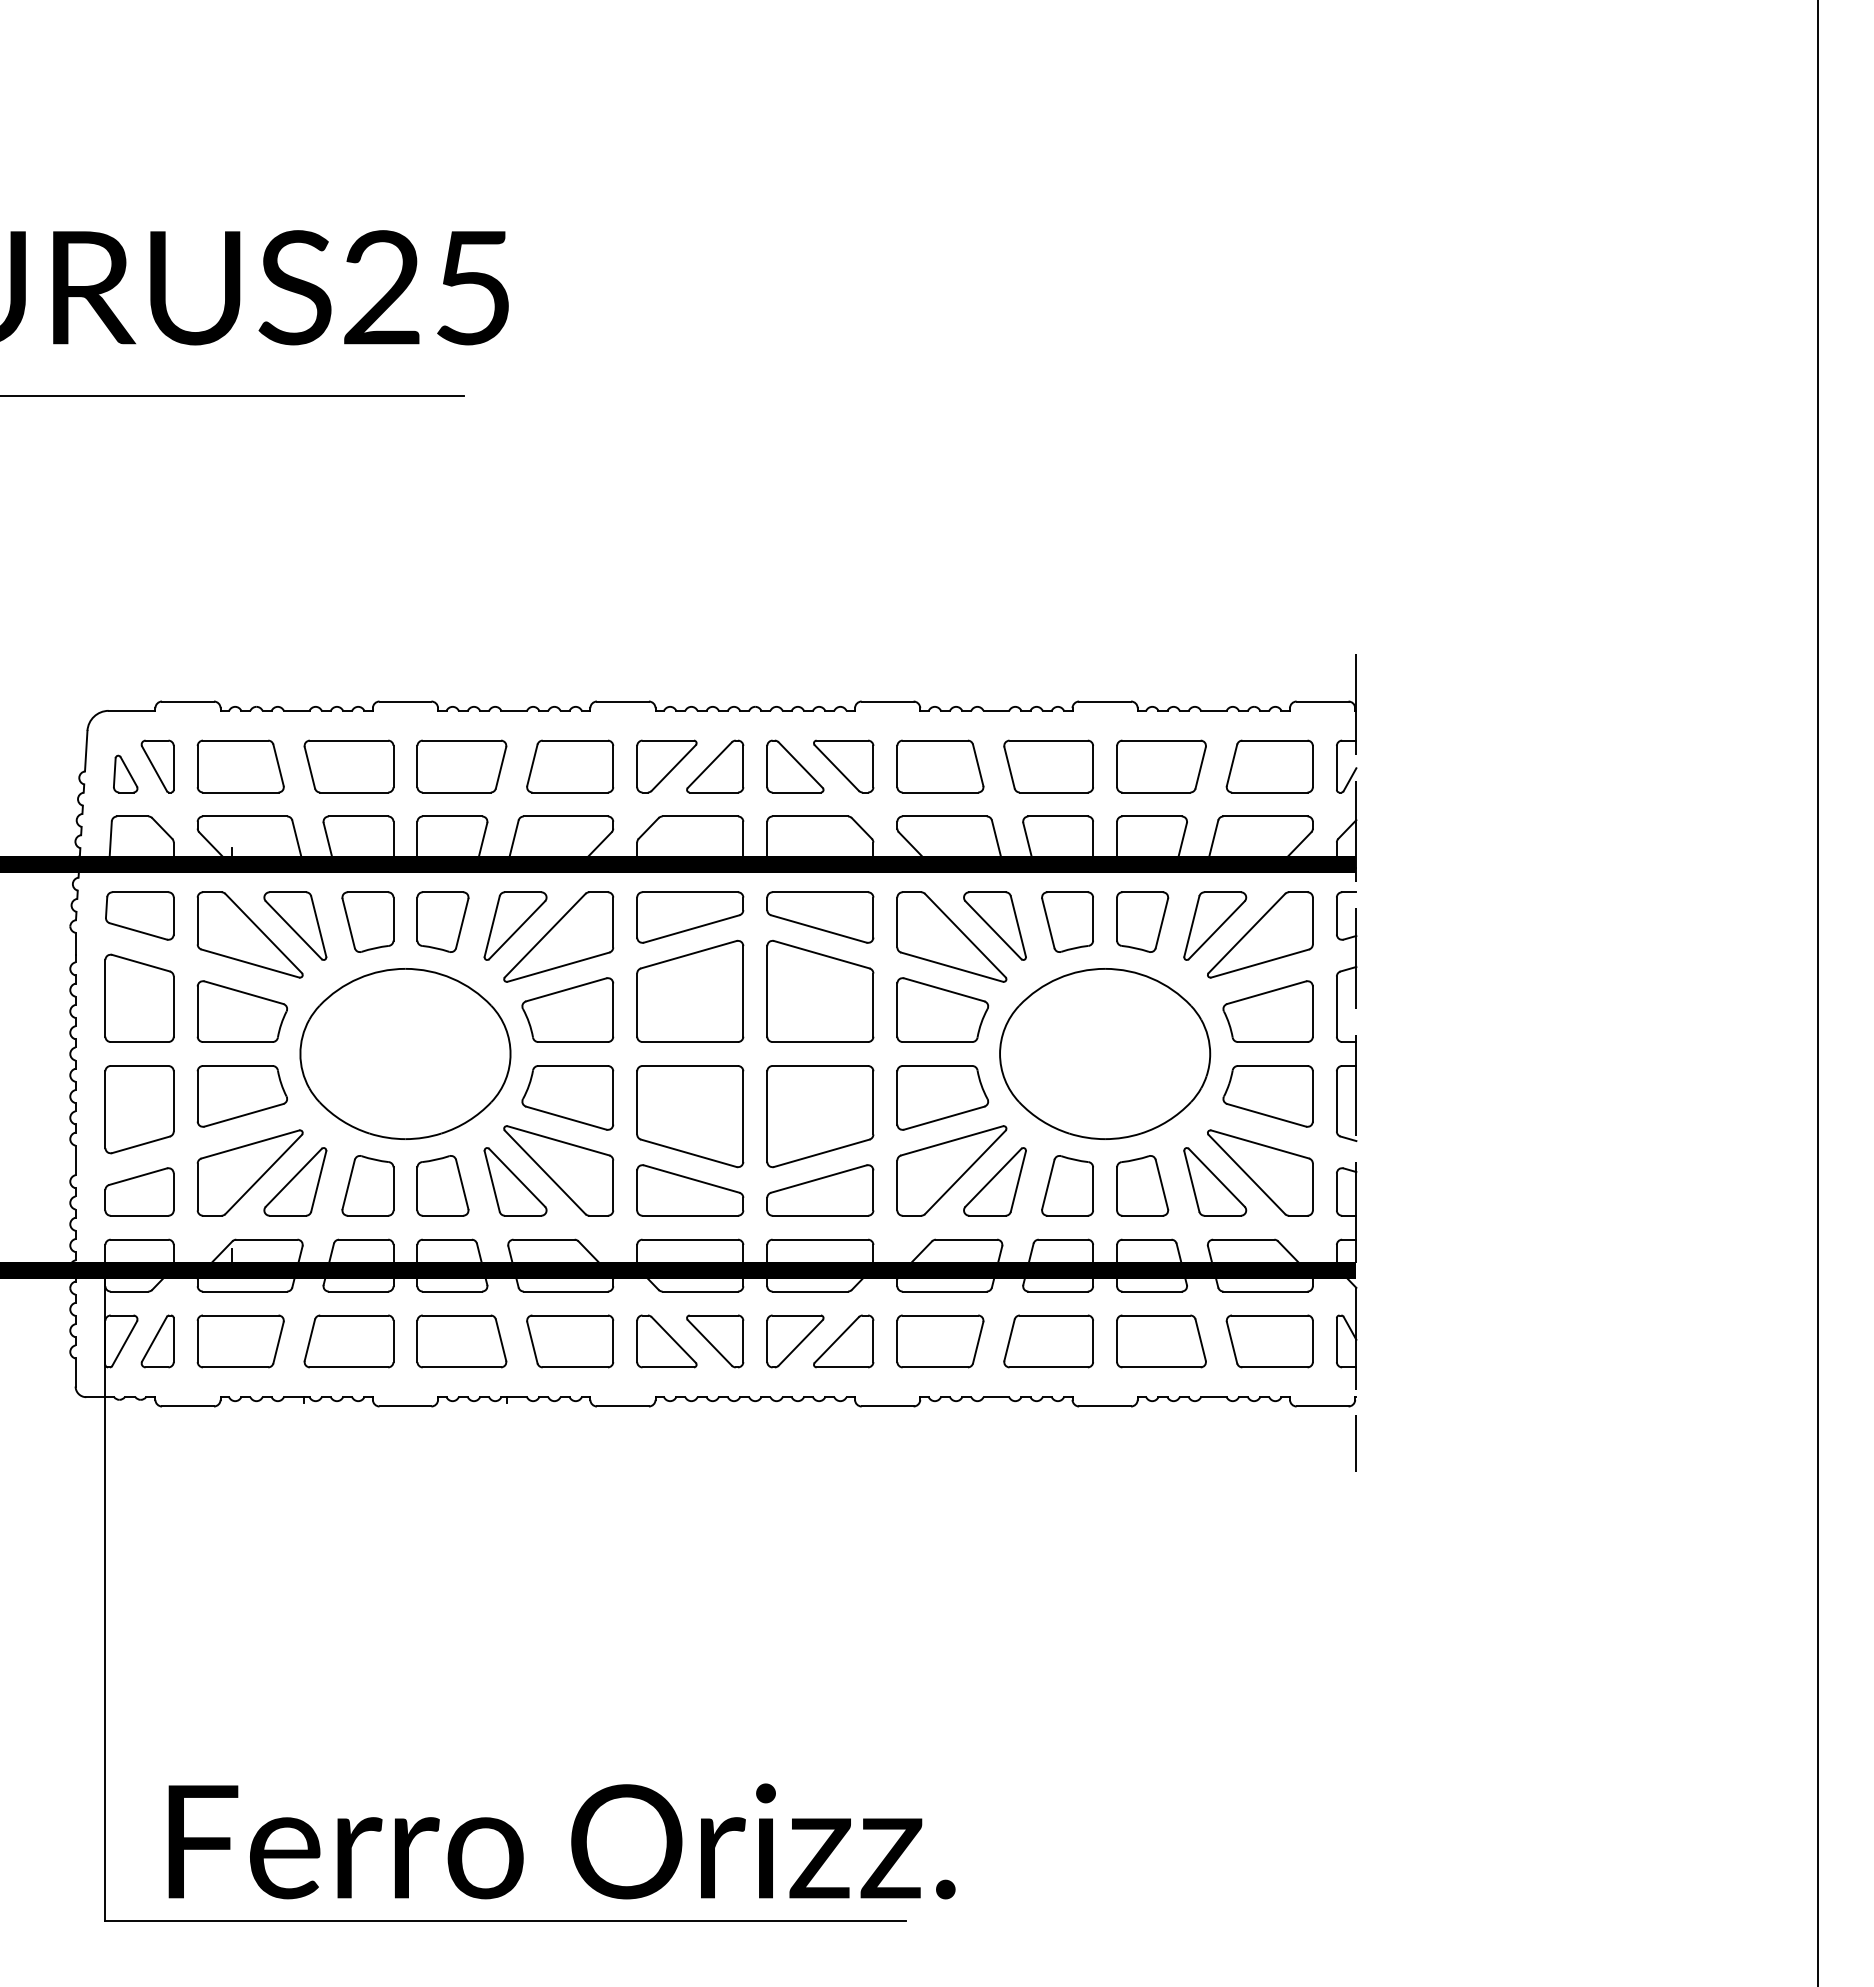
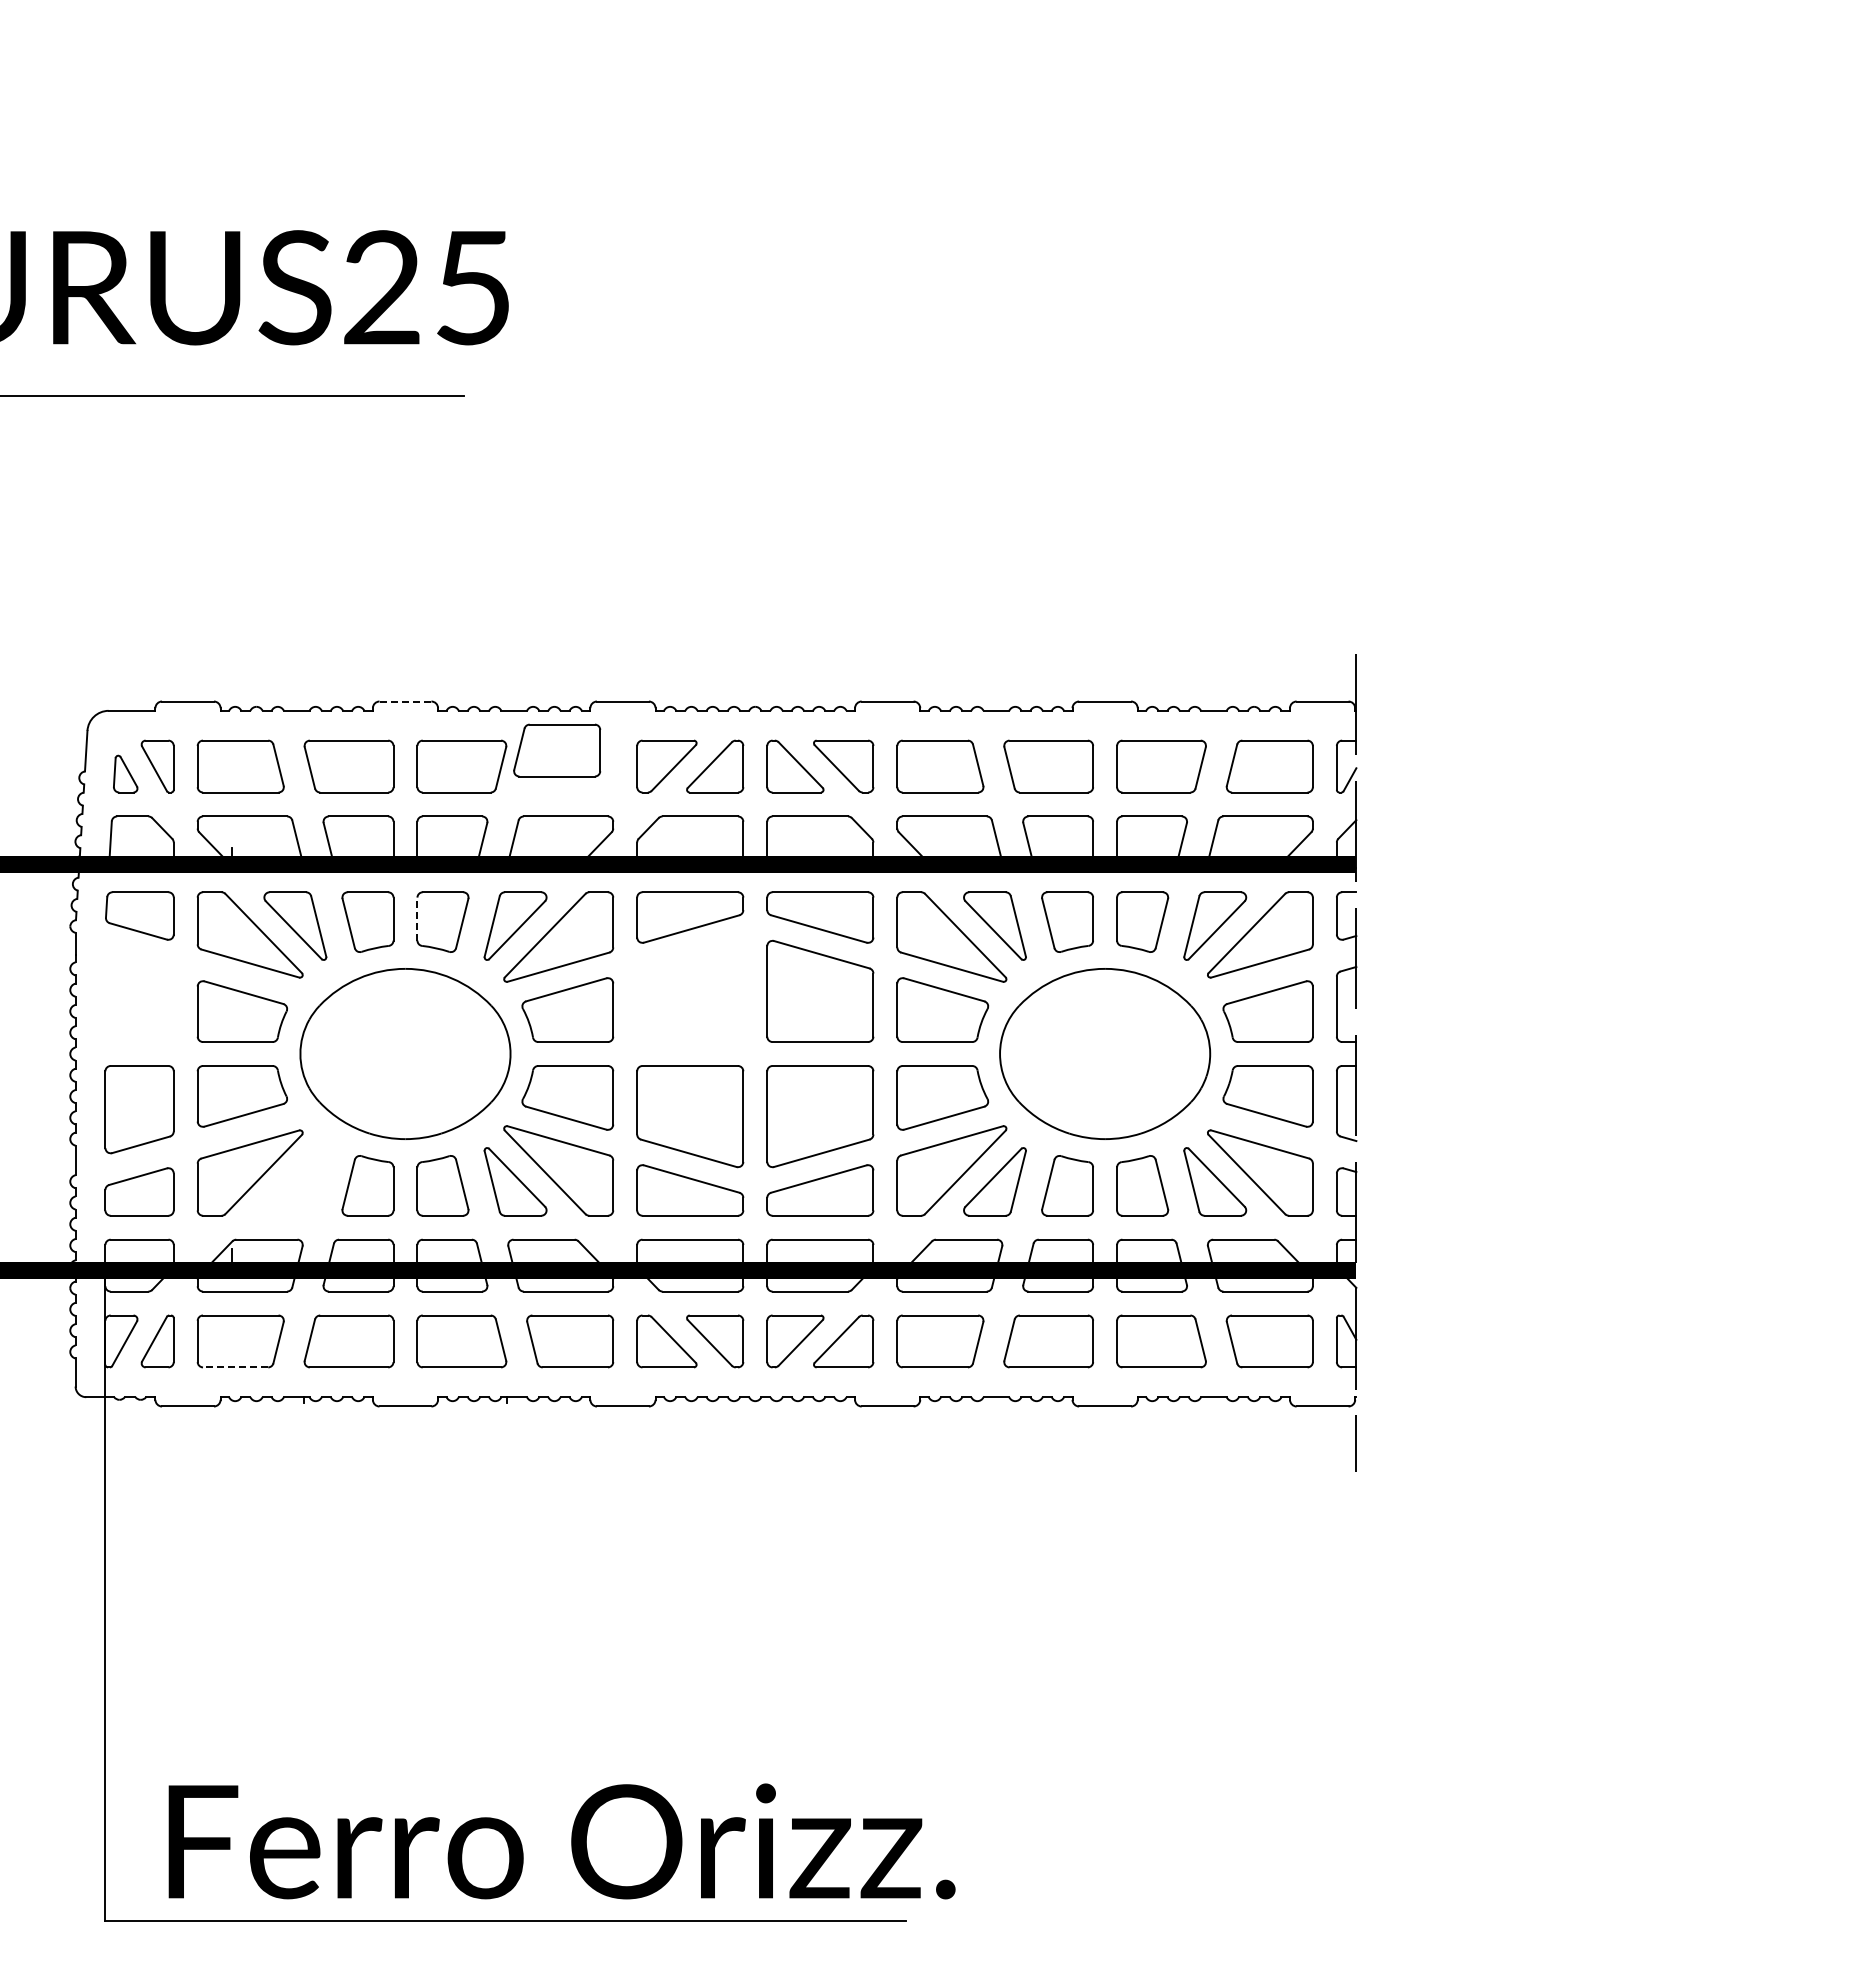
line at (405, 701): solid -> dashed
part at (570, 766) position: (570, 766) -> (557, 750)
line at (417, 919): solid -> dashed
part at (690, 990): present -> none
line at (1817, 992): present -> none
part at (139, 997): present -> none
part at (295, 1181): present -> none
line at (235, 1367): solid -> dashed
